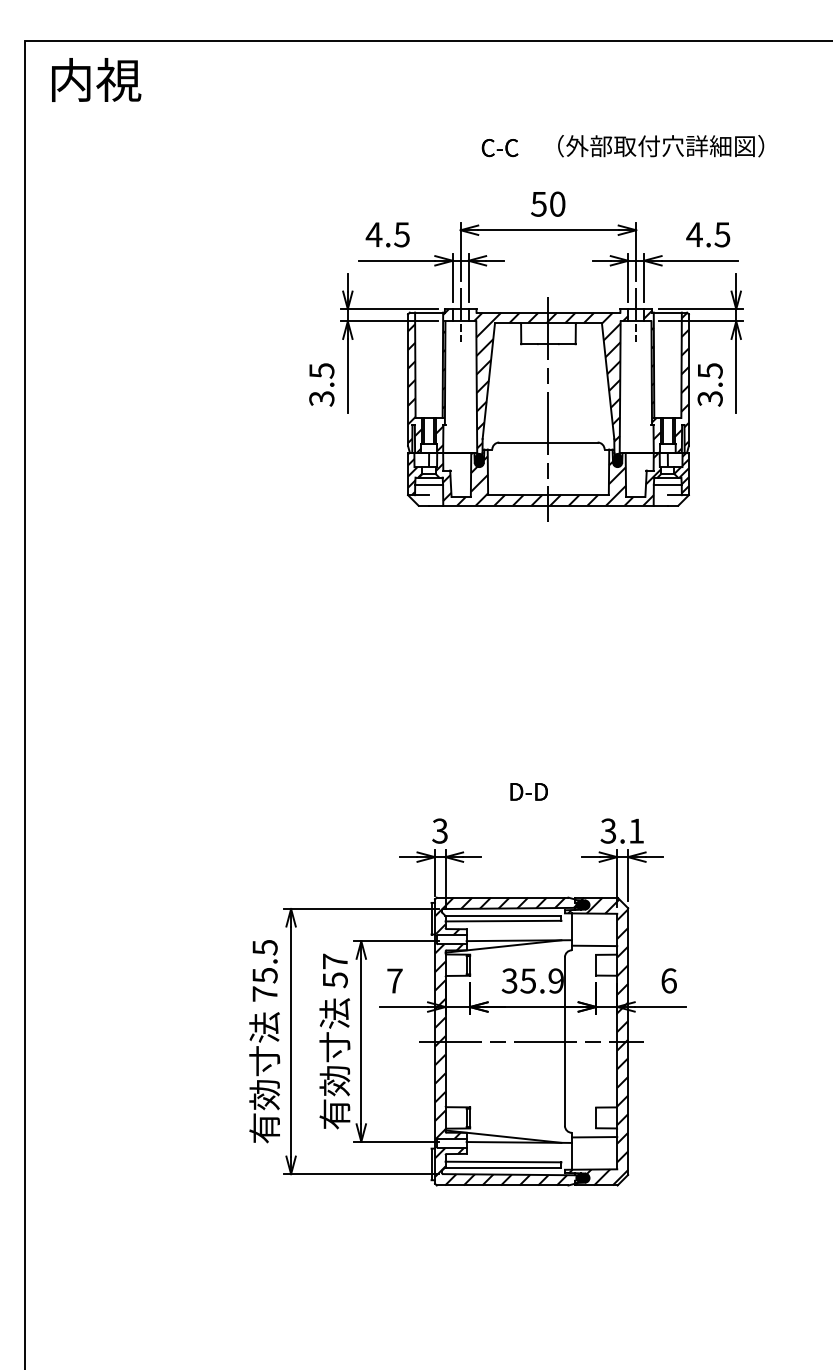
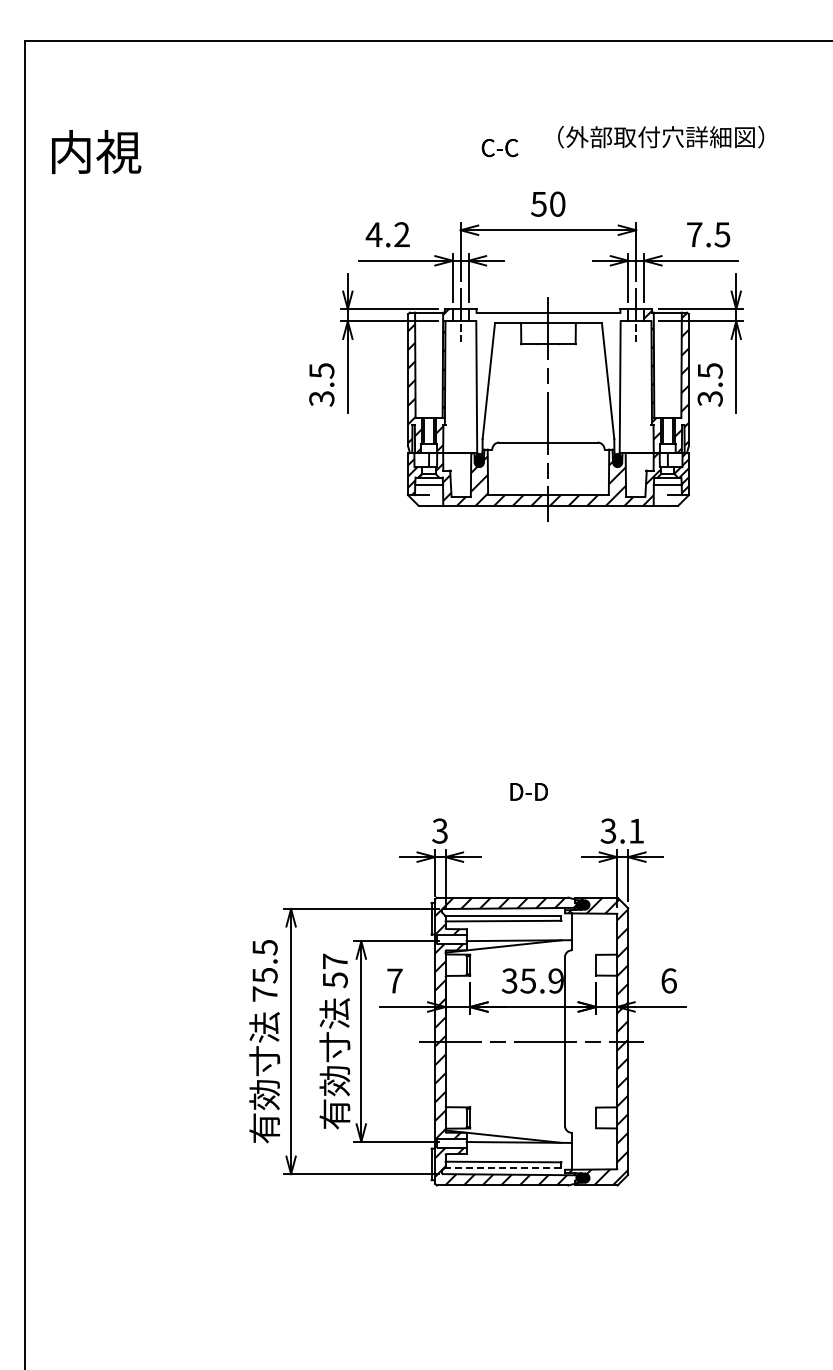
text at (96, 79) position: (96, 79) -> (96, 151)
text at (661, 146) position: (661, 146) -> (661, 137)
text at (401, 234): 4.5 -> 4.2
text at (694, 234): 4.5 -> 7.5
hatch at (550, 385): present -> none
line at (594, 945): present -> none
line at (594, 1137): present -> none
line at (502, 1167): solid -> dashed
